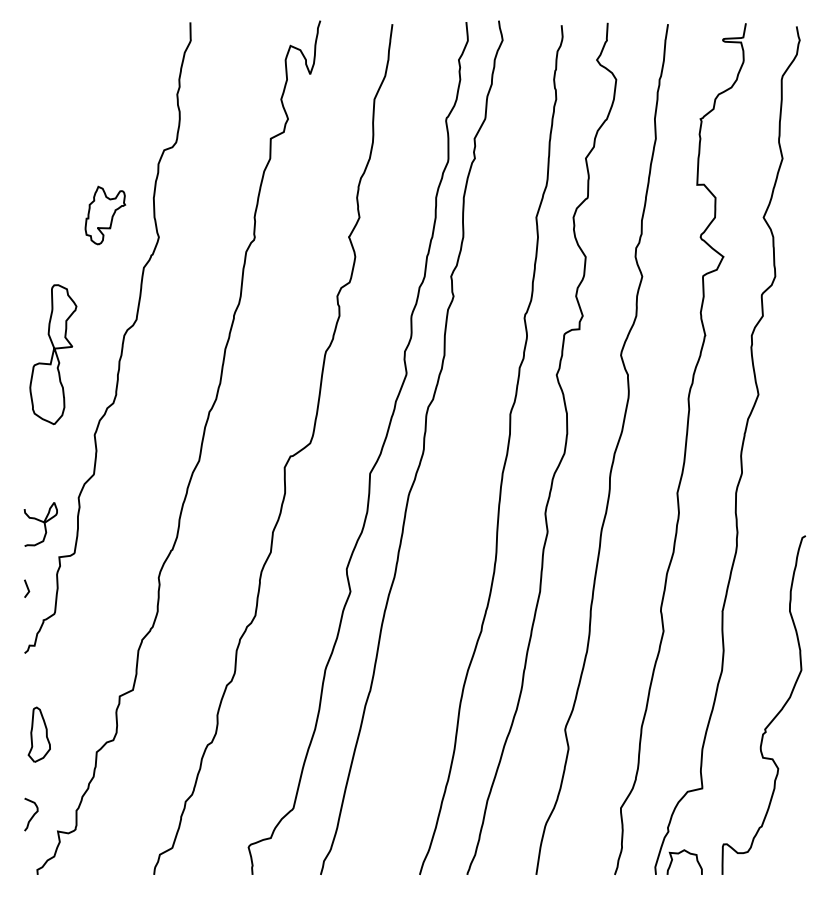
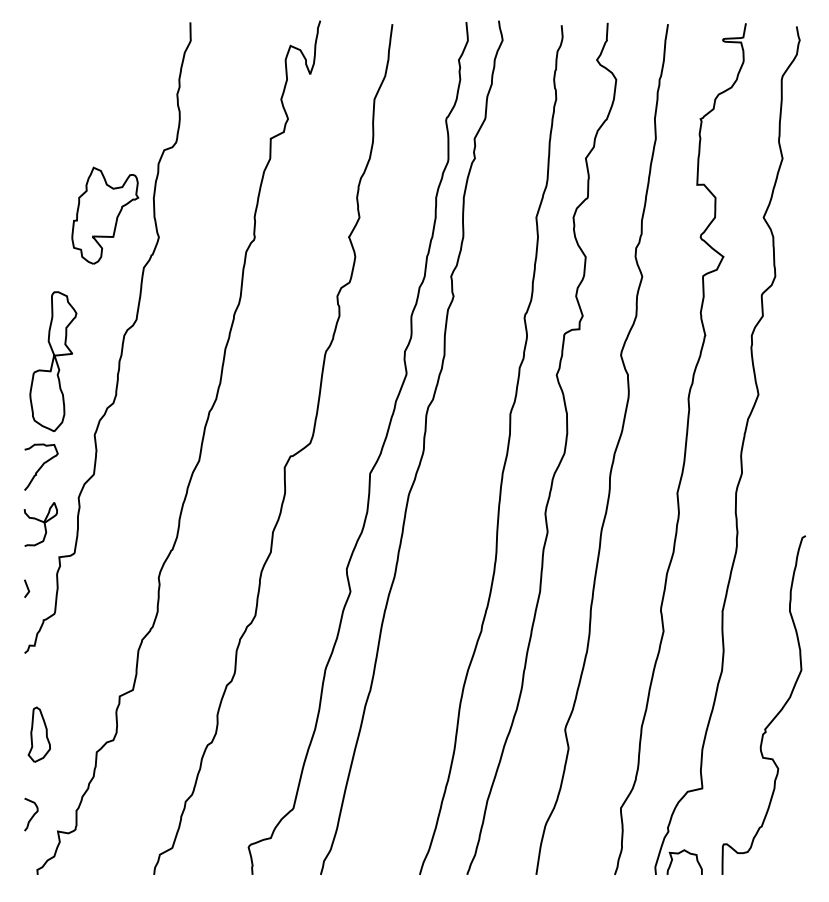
part at (105, 215) size: 43x61 px -> 69x99 px
part at (53, 354) position: (53, 354) -> (53, 361)
curve at (41, 466): none -> present
